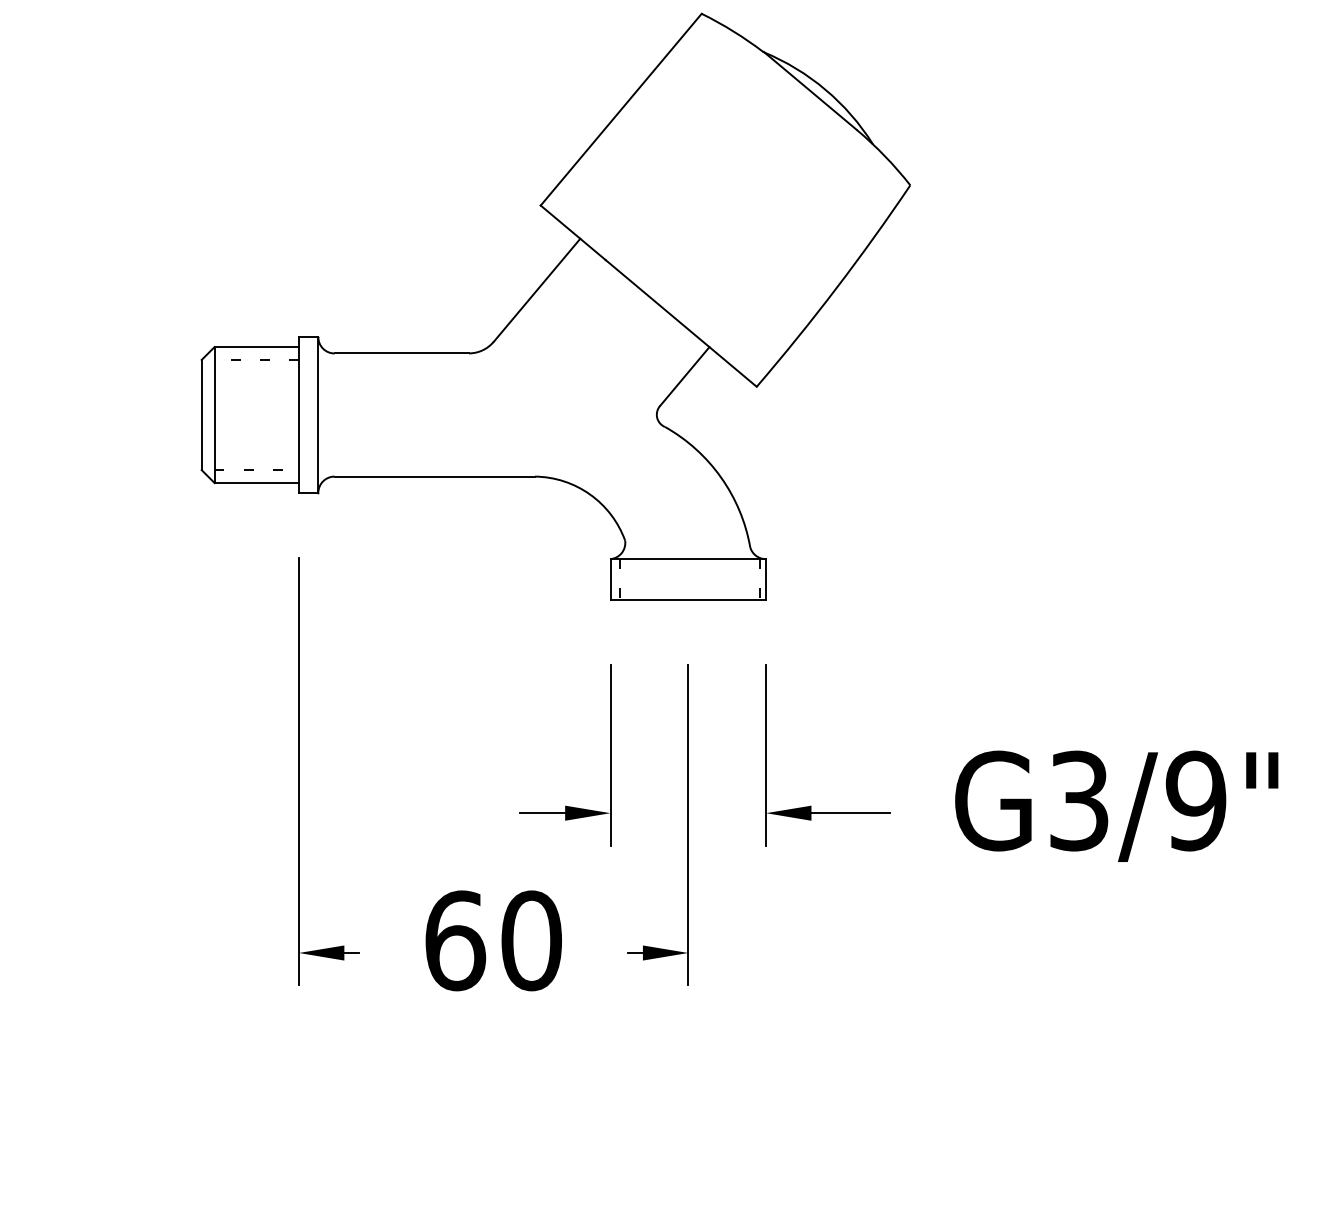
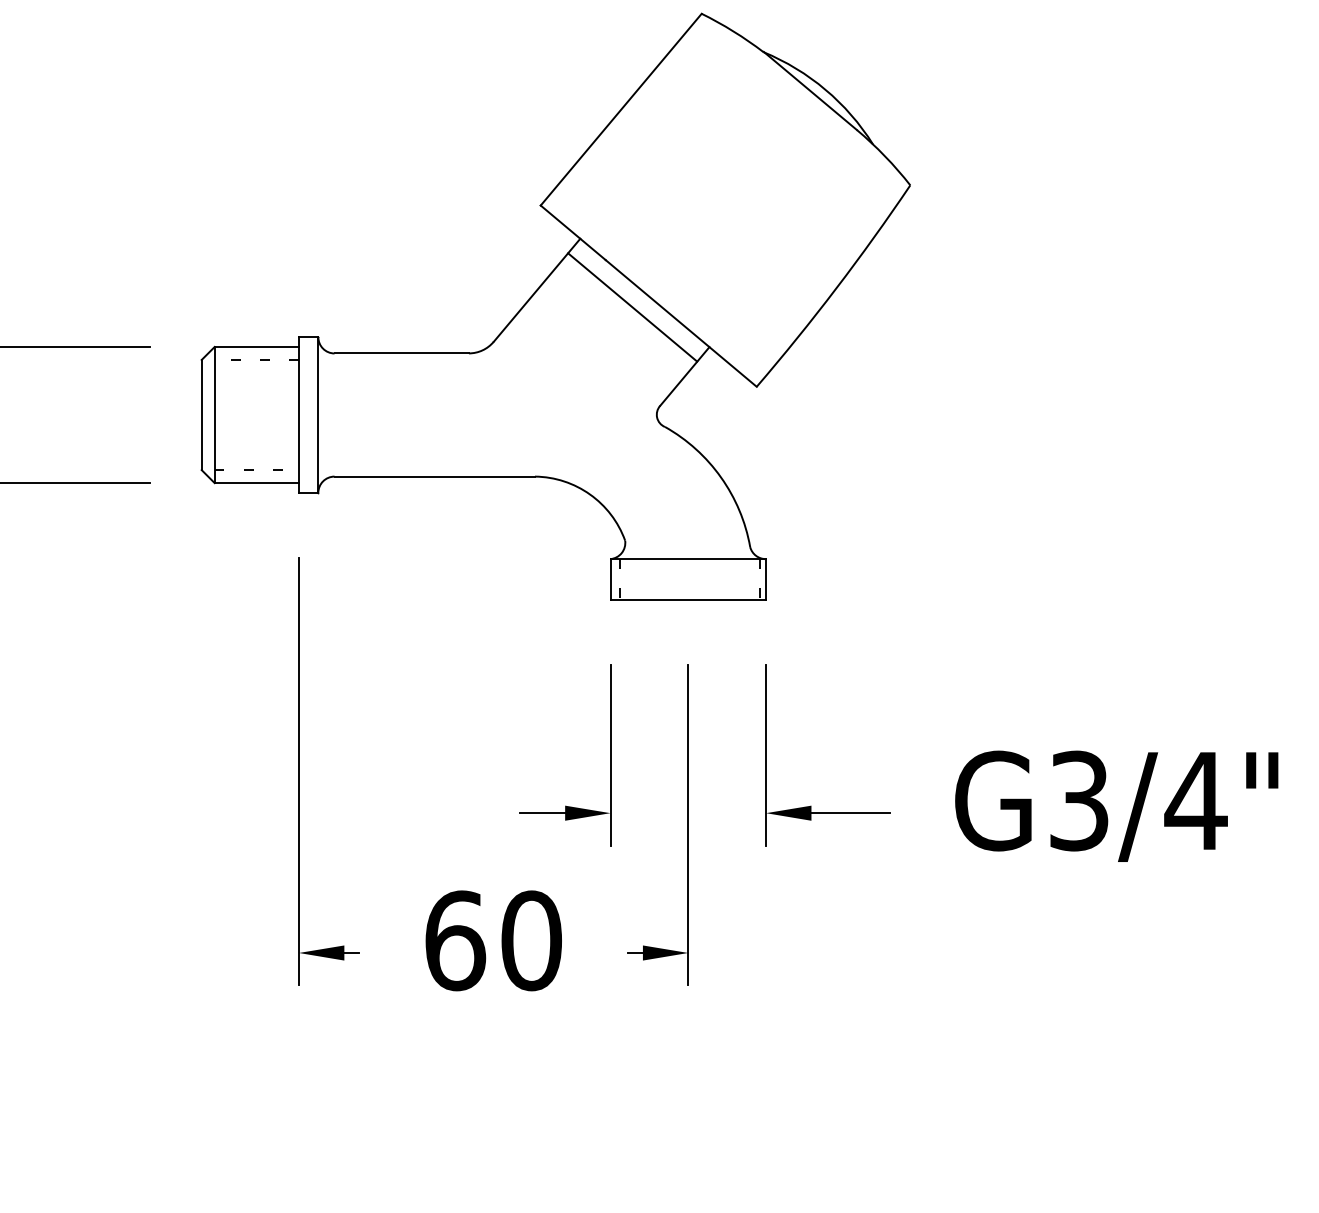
line at (632, 307): none -> present
line at (75, 346): none -> present
line at (75, 483): none -> present
text at (1195, 800): G3/9" -> G3/4"
